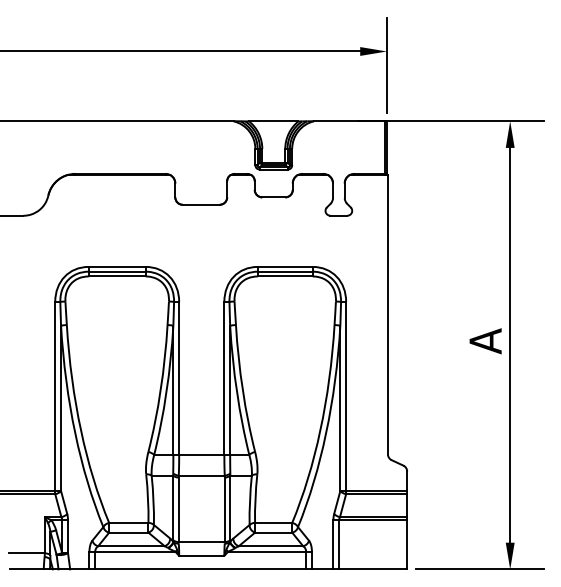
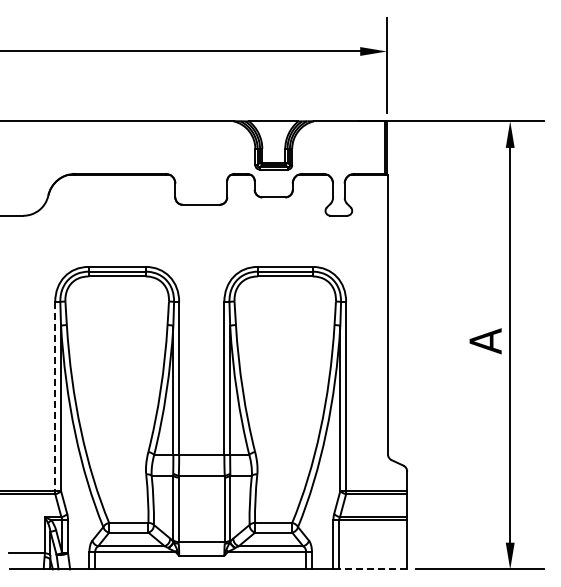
line at (55, 396): solid -> dashed
line at (373, 569): solid -> dashed
